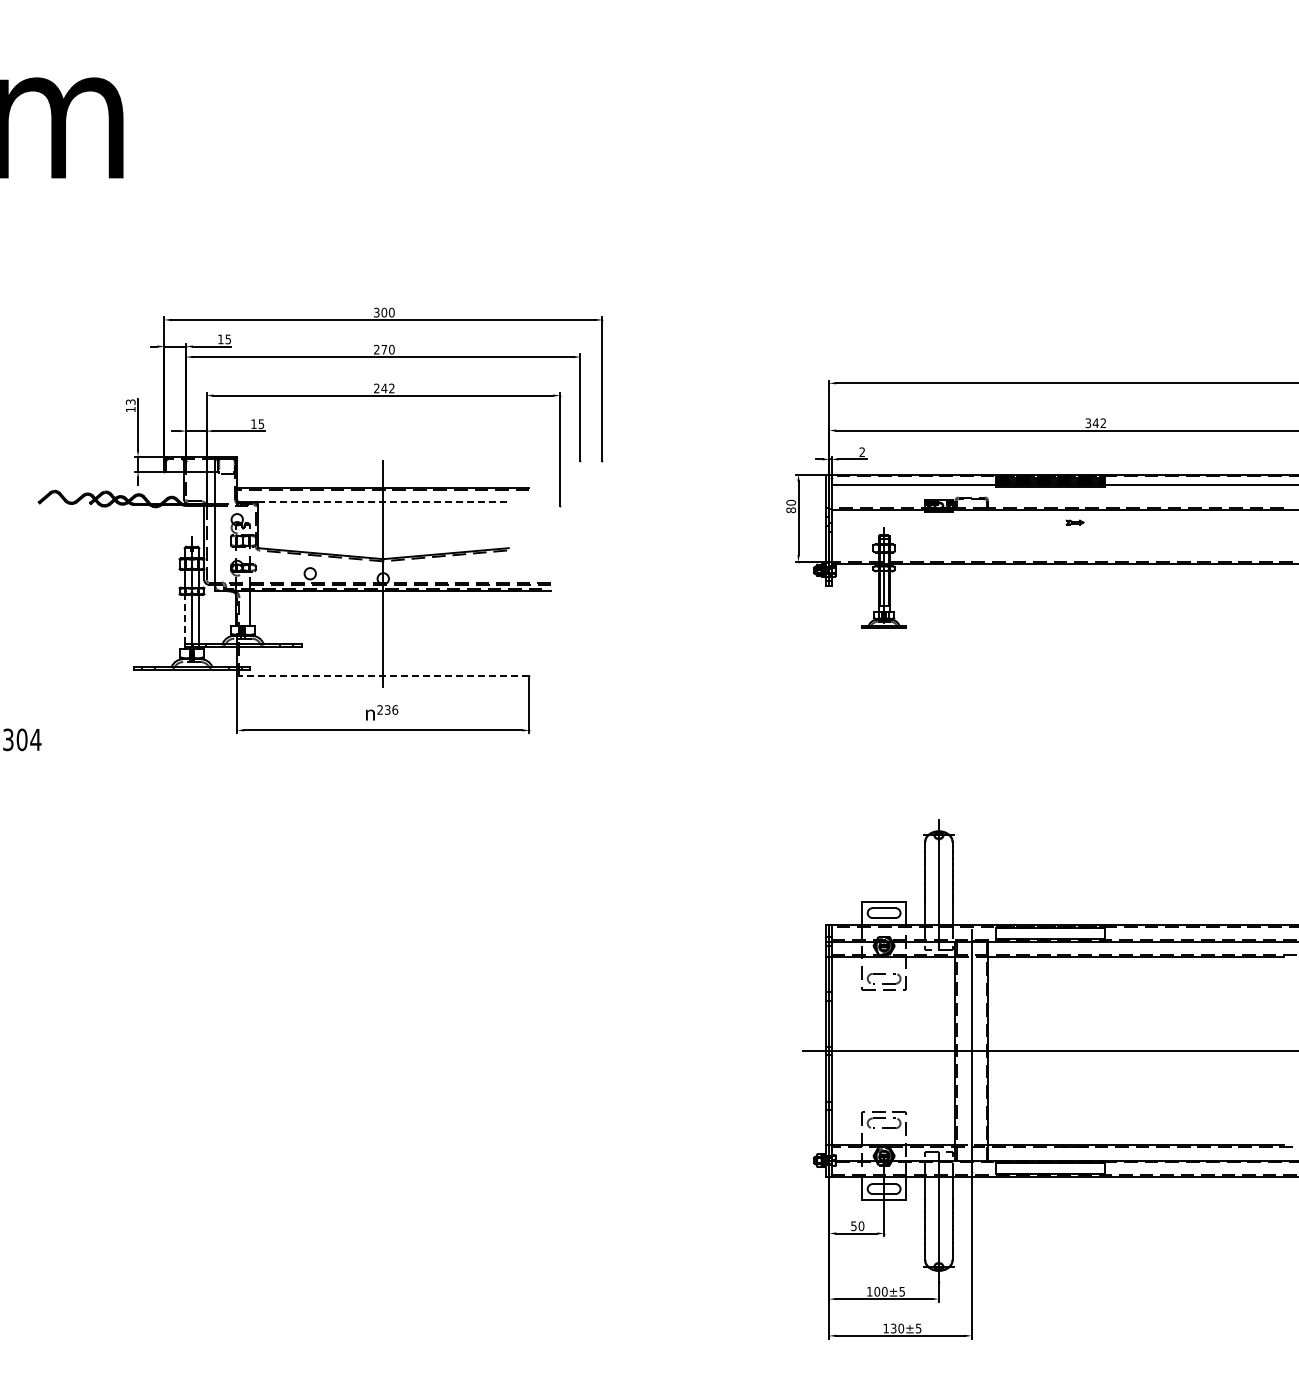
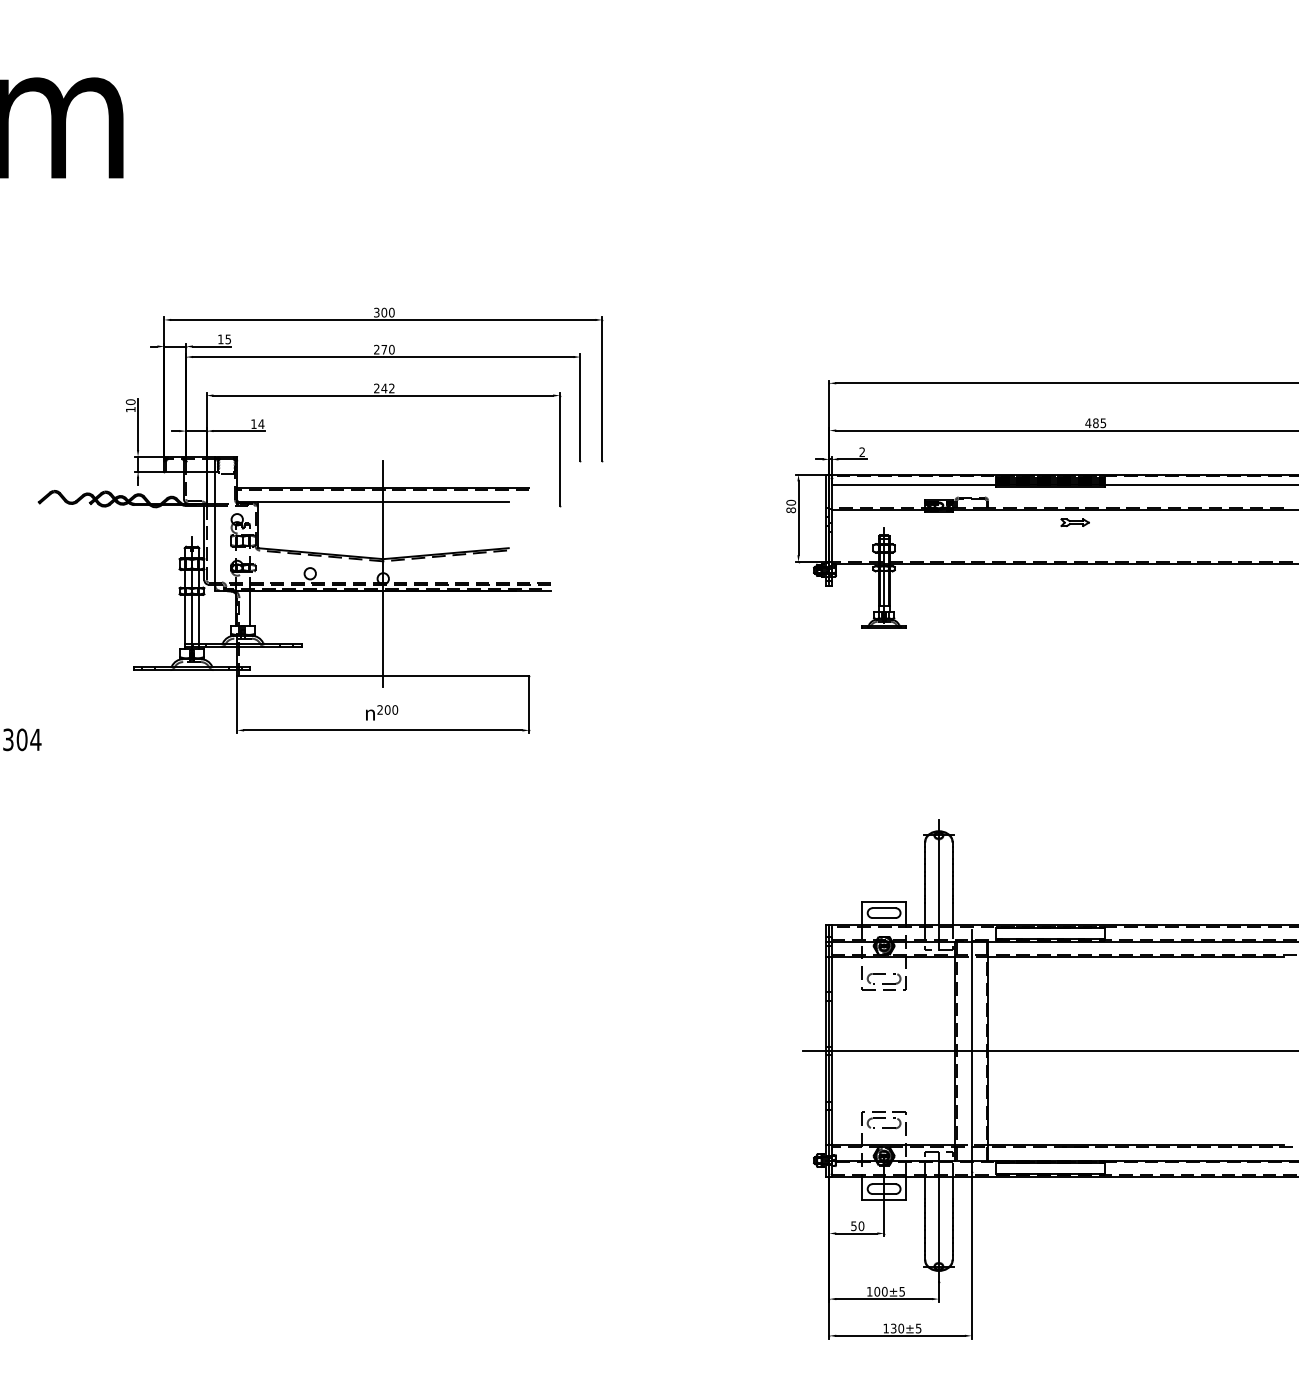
text at (130, 402): 13 -> 10
text at (1095, 423): 342 -> 485
text at (261, 424): 15 -> 14
line at (383, 502): dashed -> solid
part at (1074, 522) size: 20x7 px -> 30x9 px
line at (184, 618): dashed -> solid
line at (382, 676): dashed -> solid
text at (391, 709): 236 -> 200
